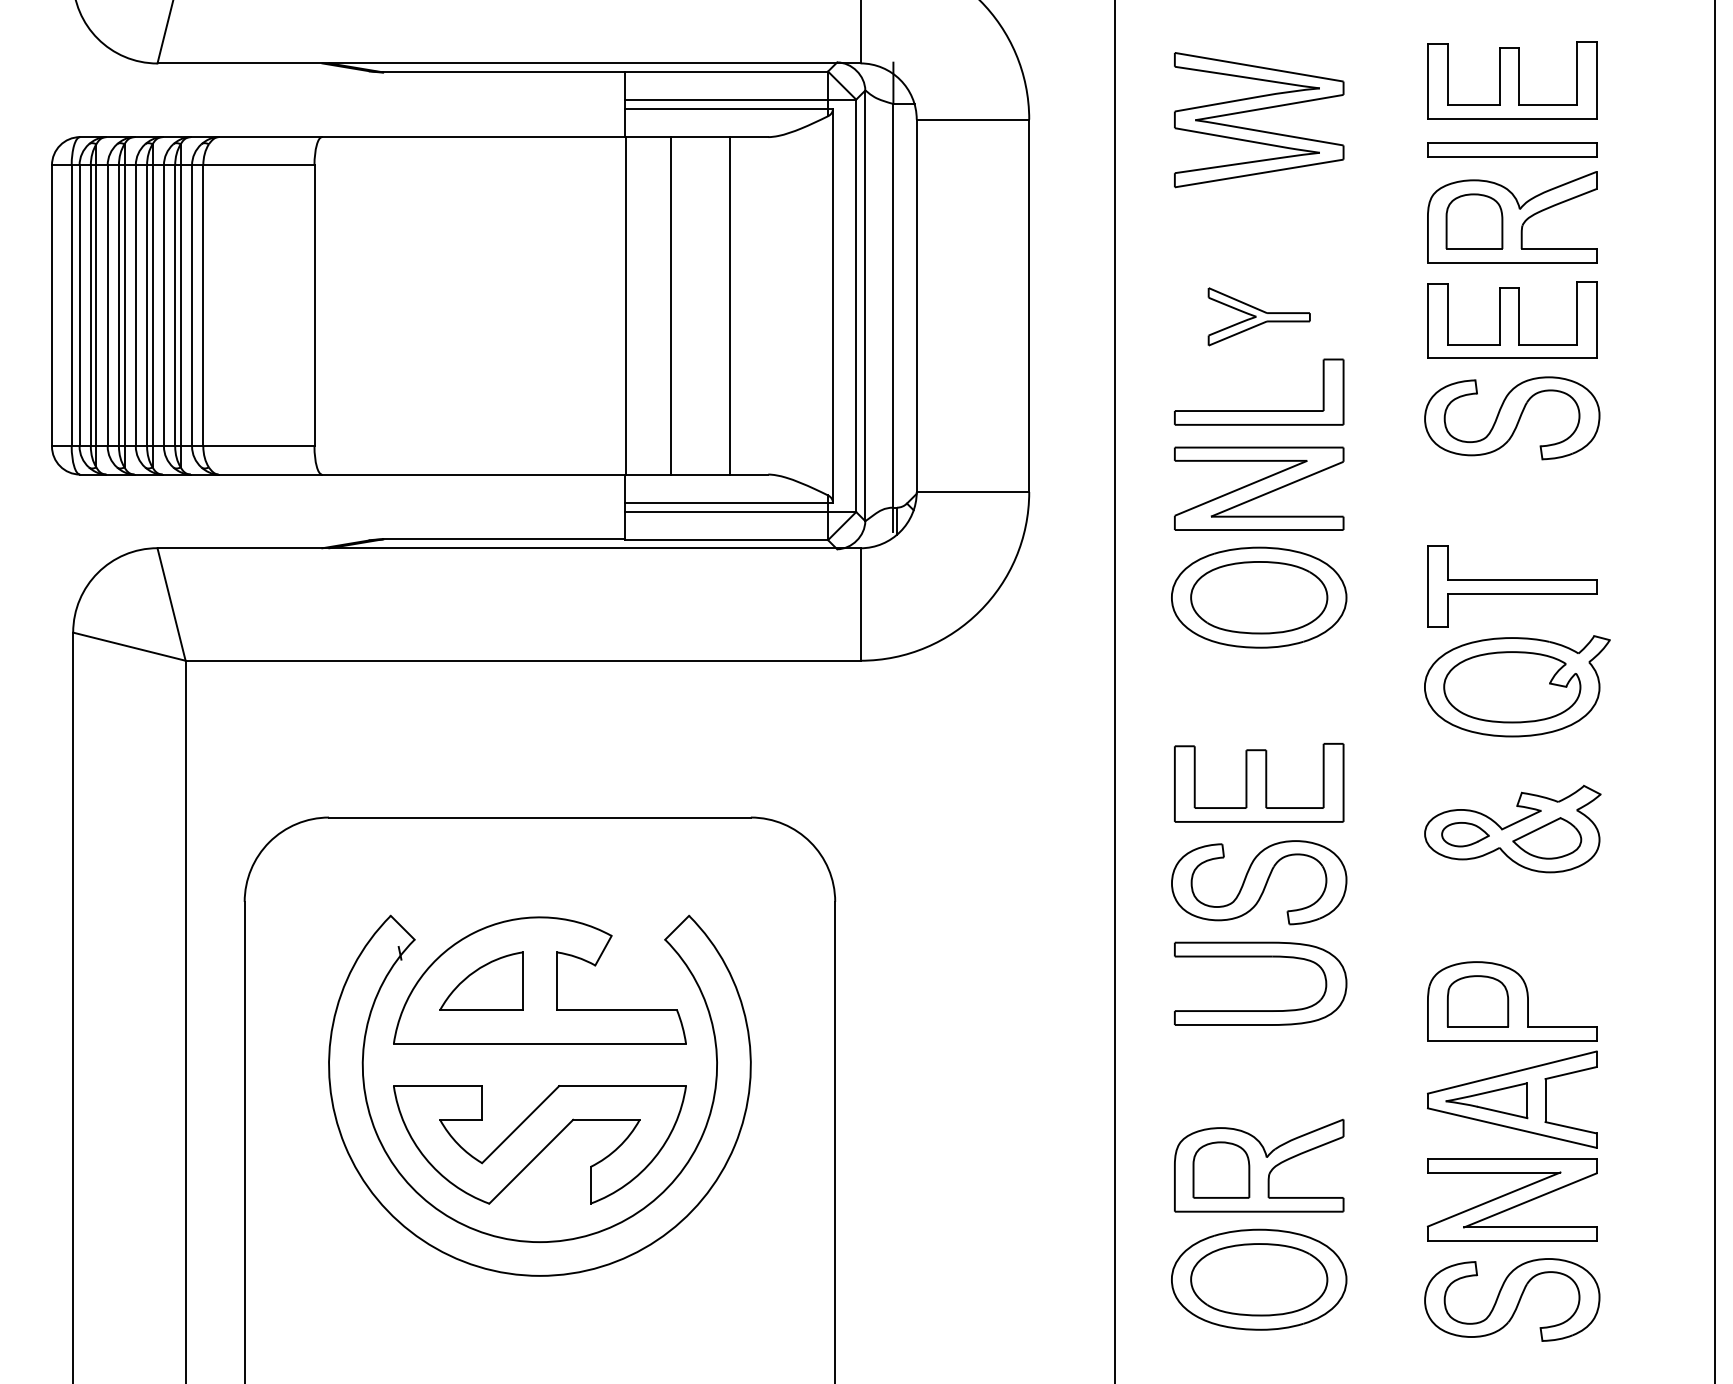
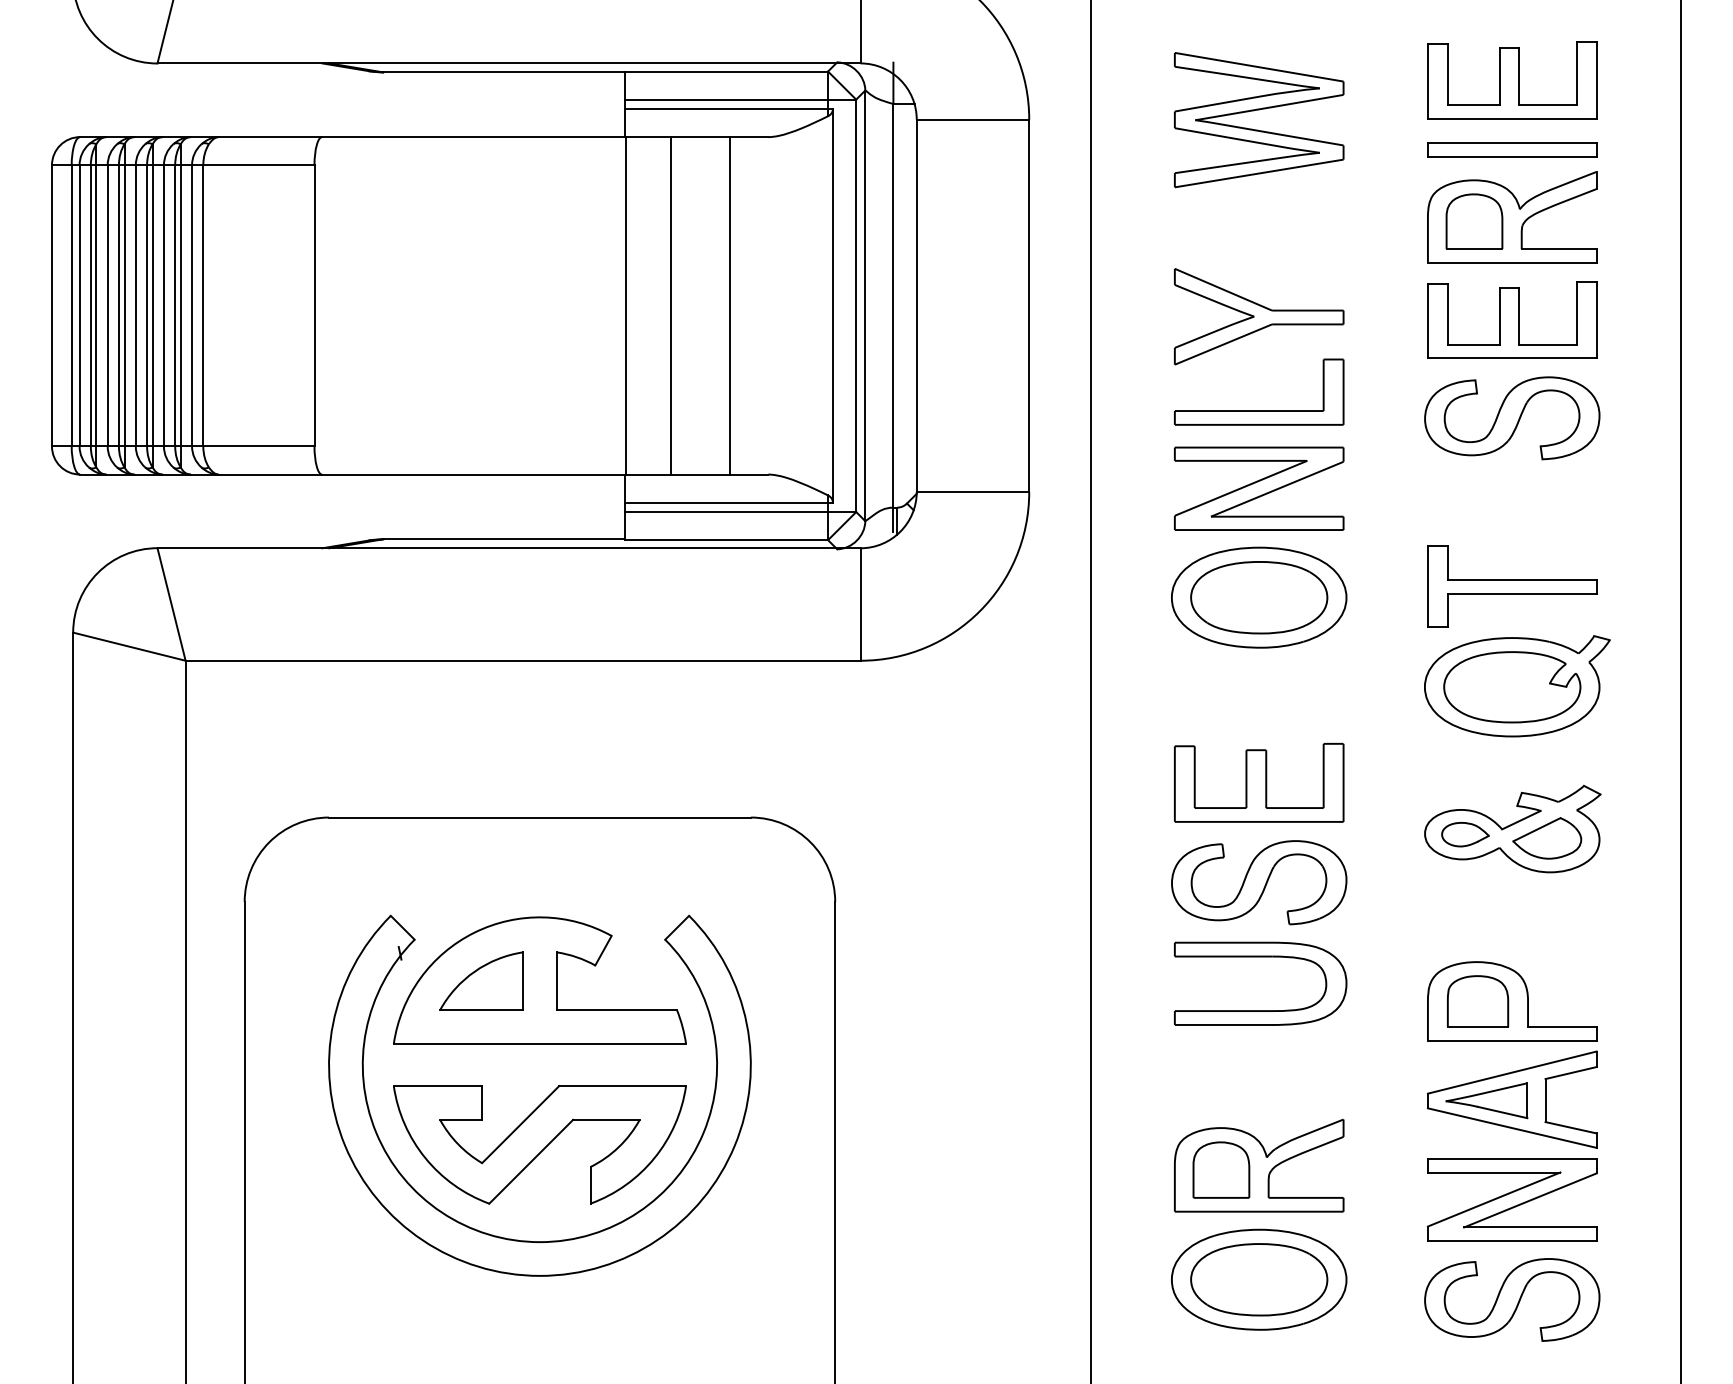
part at (1258, 316) size: 104x60 px -> 171x98 px
line at (1114, 691) position: (1114, 691) -> (1090, 691)
line at (1715, 691) position: (1715, 691) -> (1681, 691)
